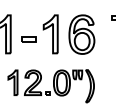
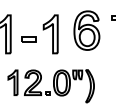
part at (81, 34) position: (81, 34) -> (86, 30)
